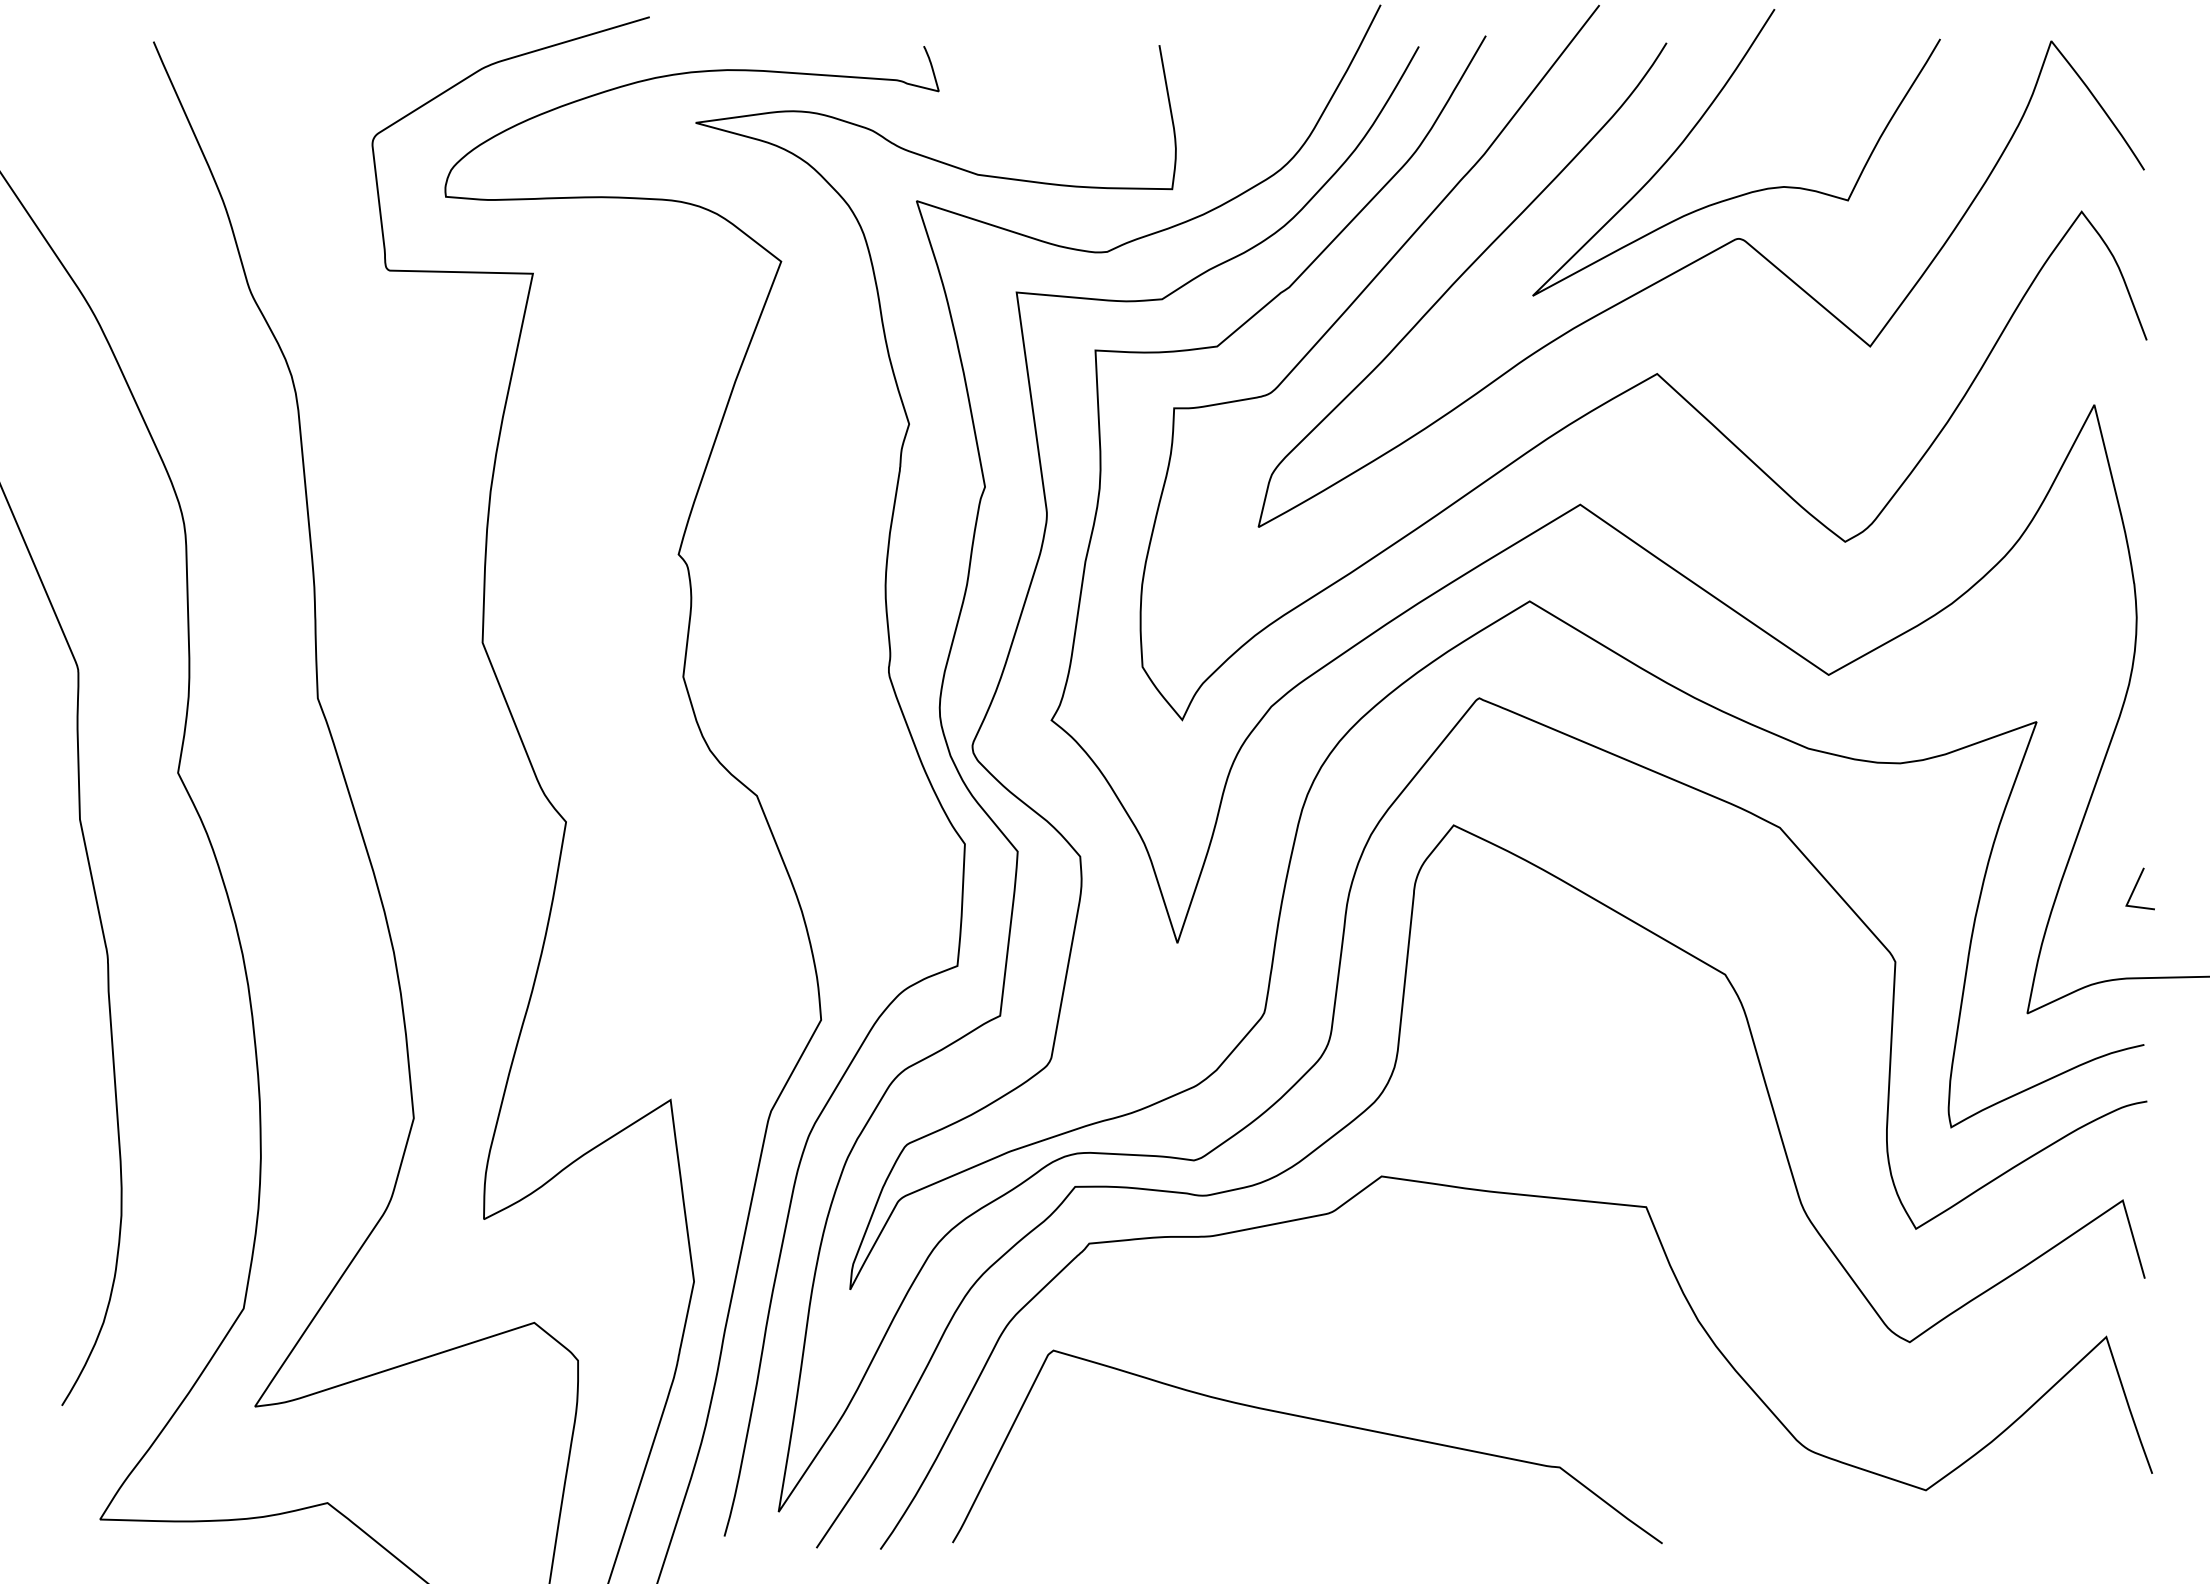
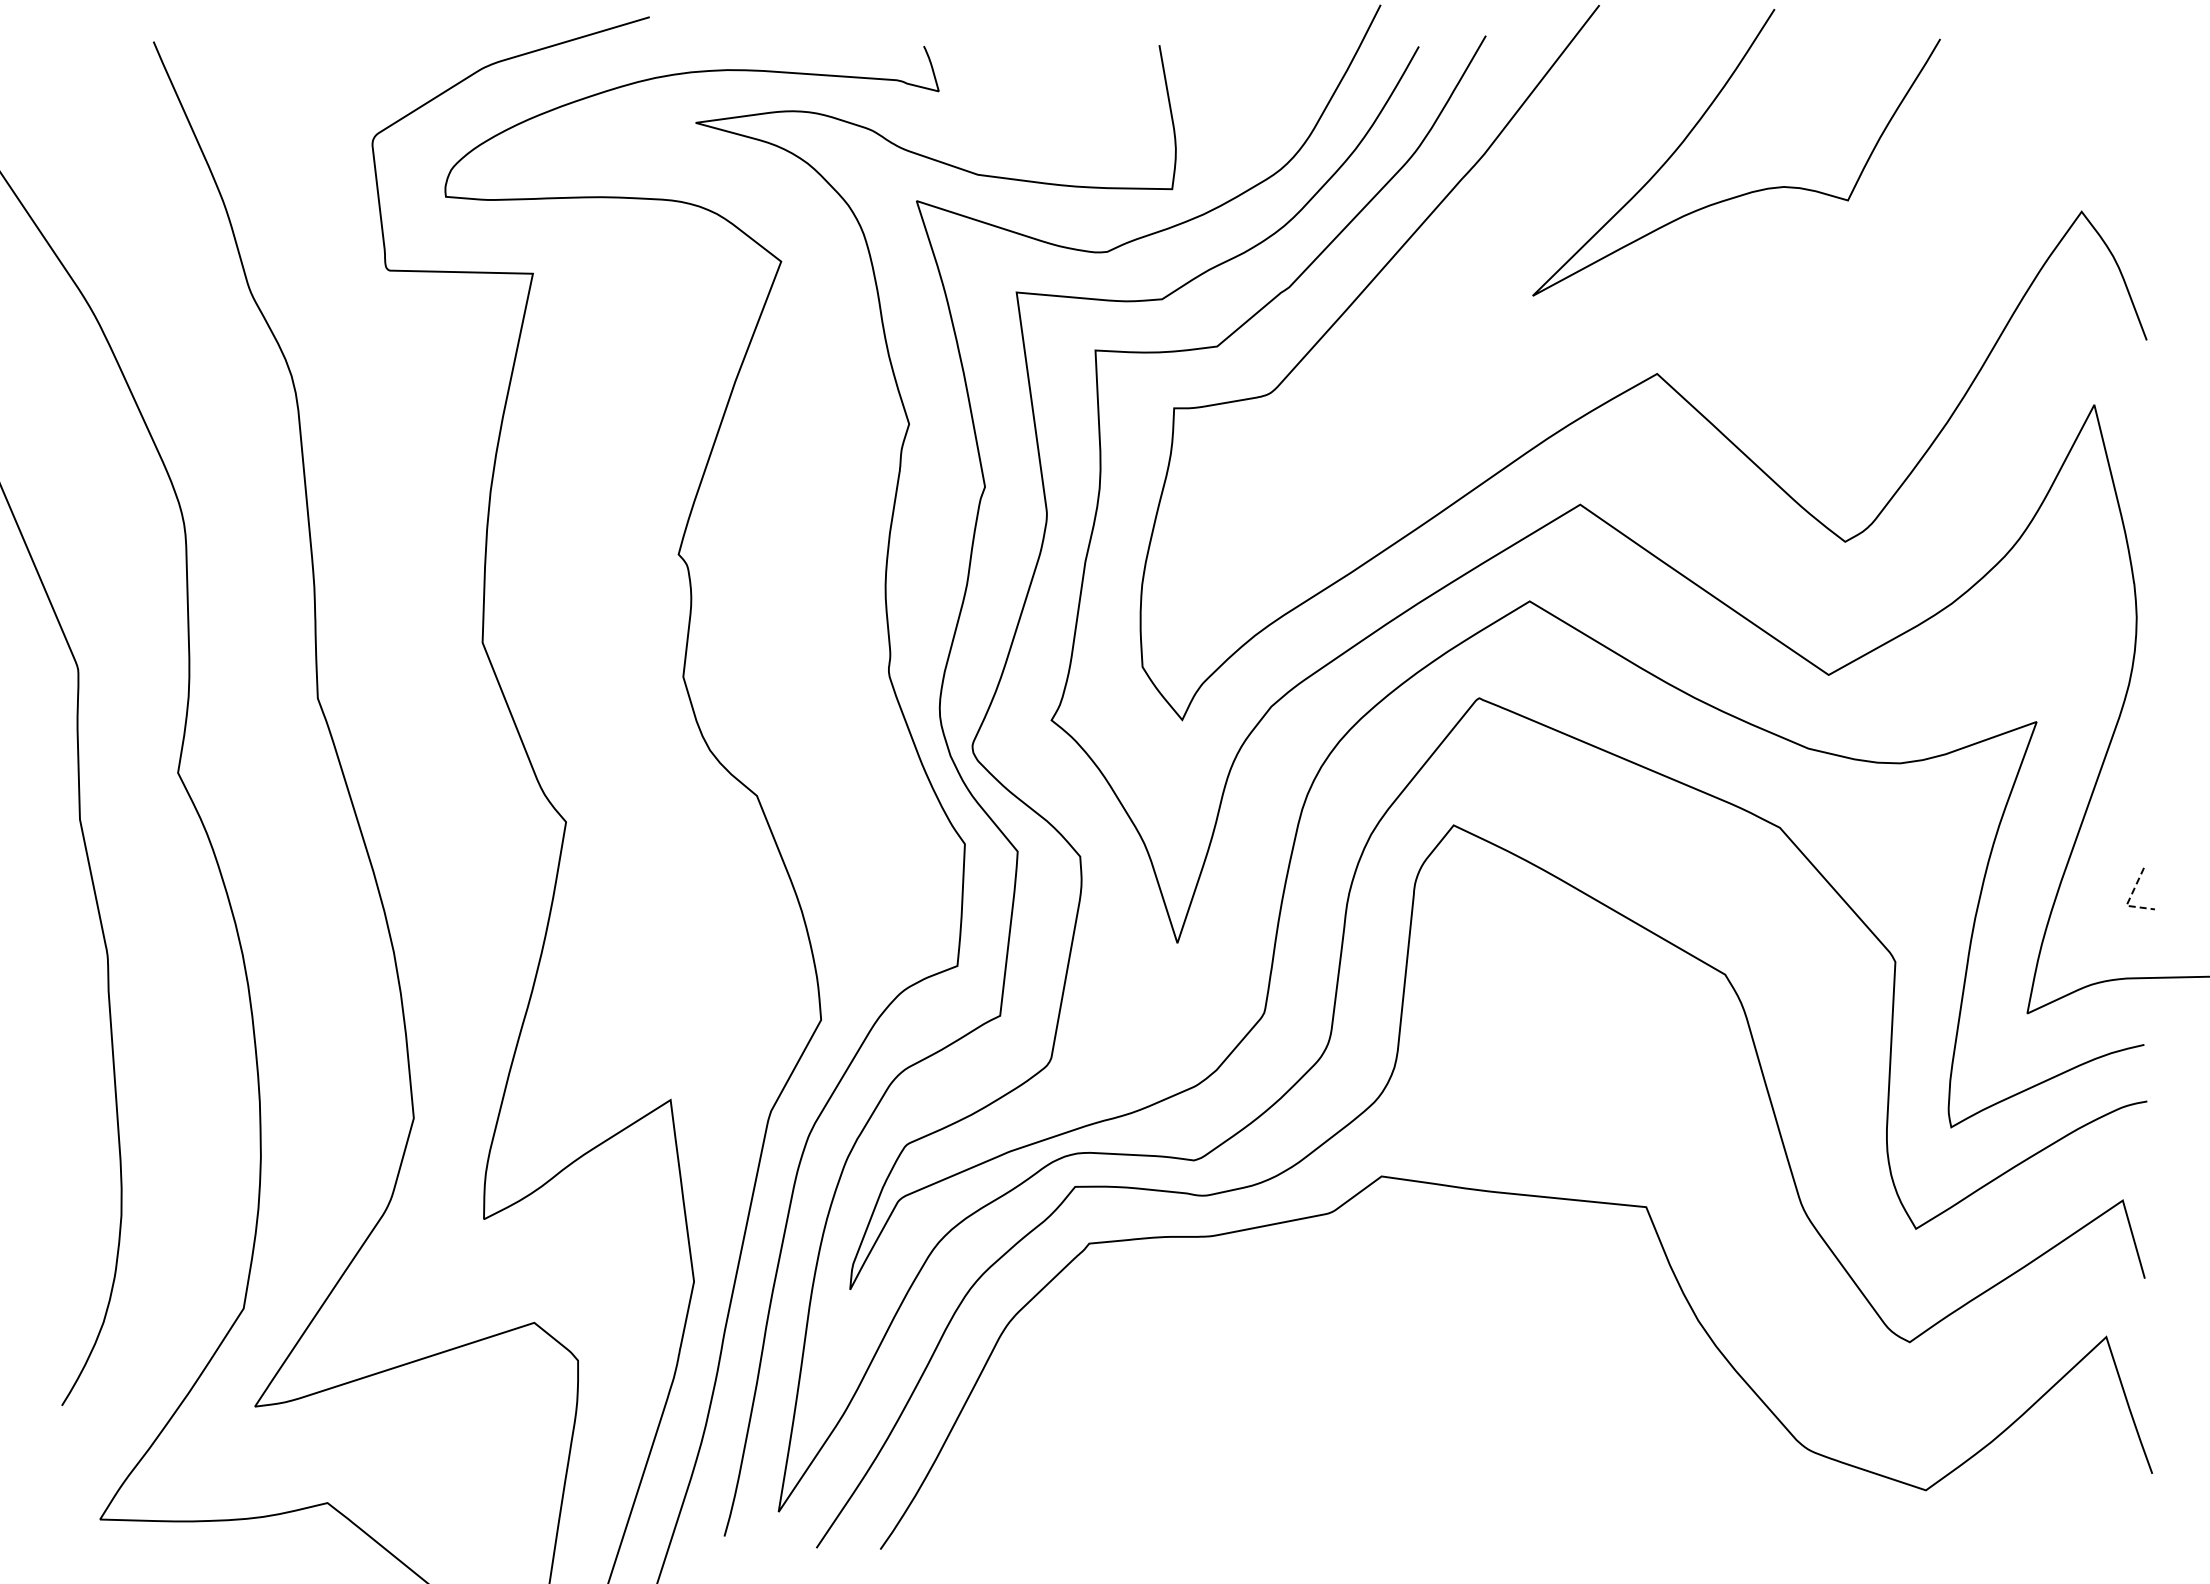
curve at (1690, 265): present -> none
line at (2129, 900): solid -> dashed
curve at (1314, 1420): present -> none
